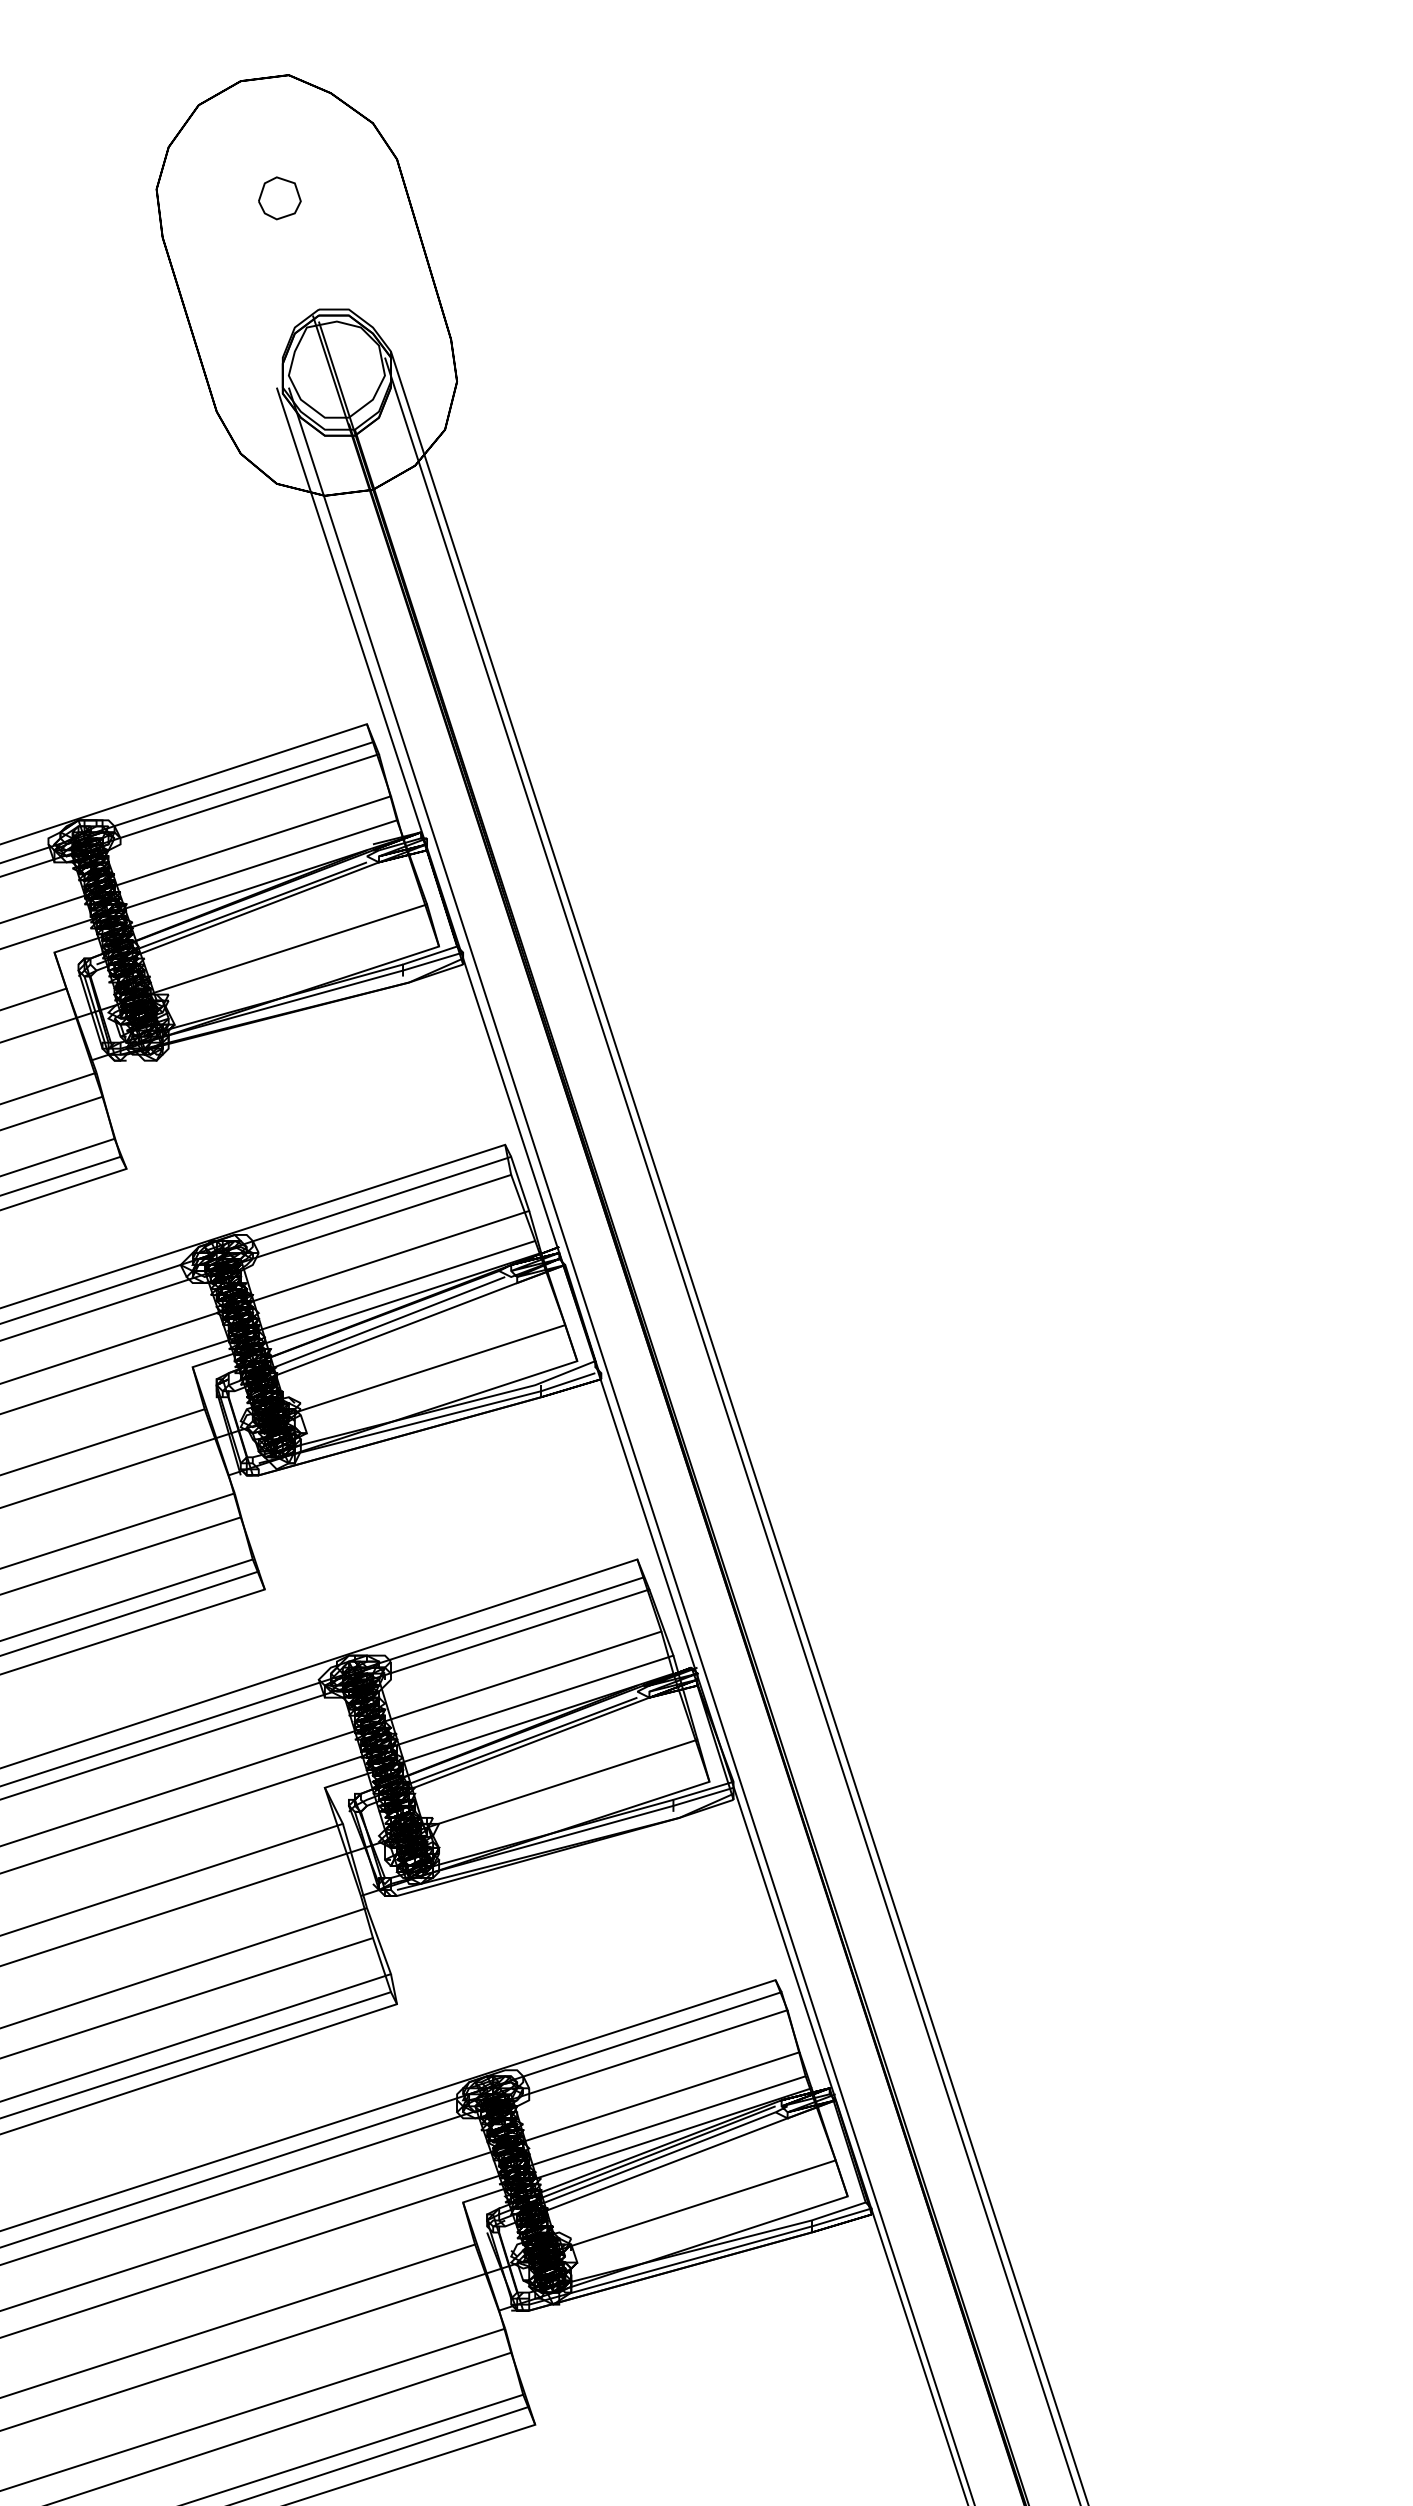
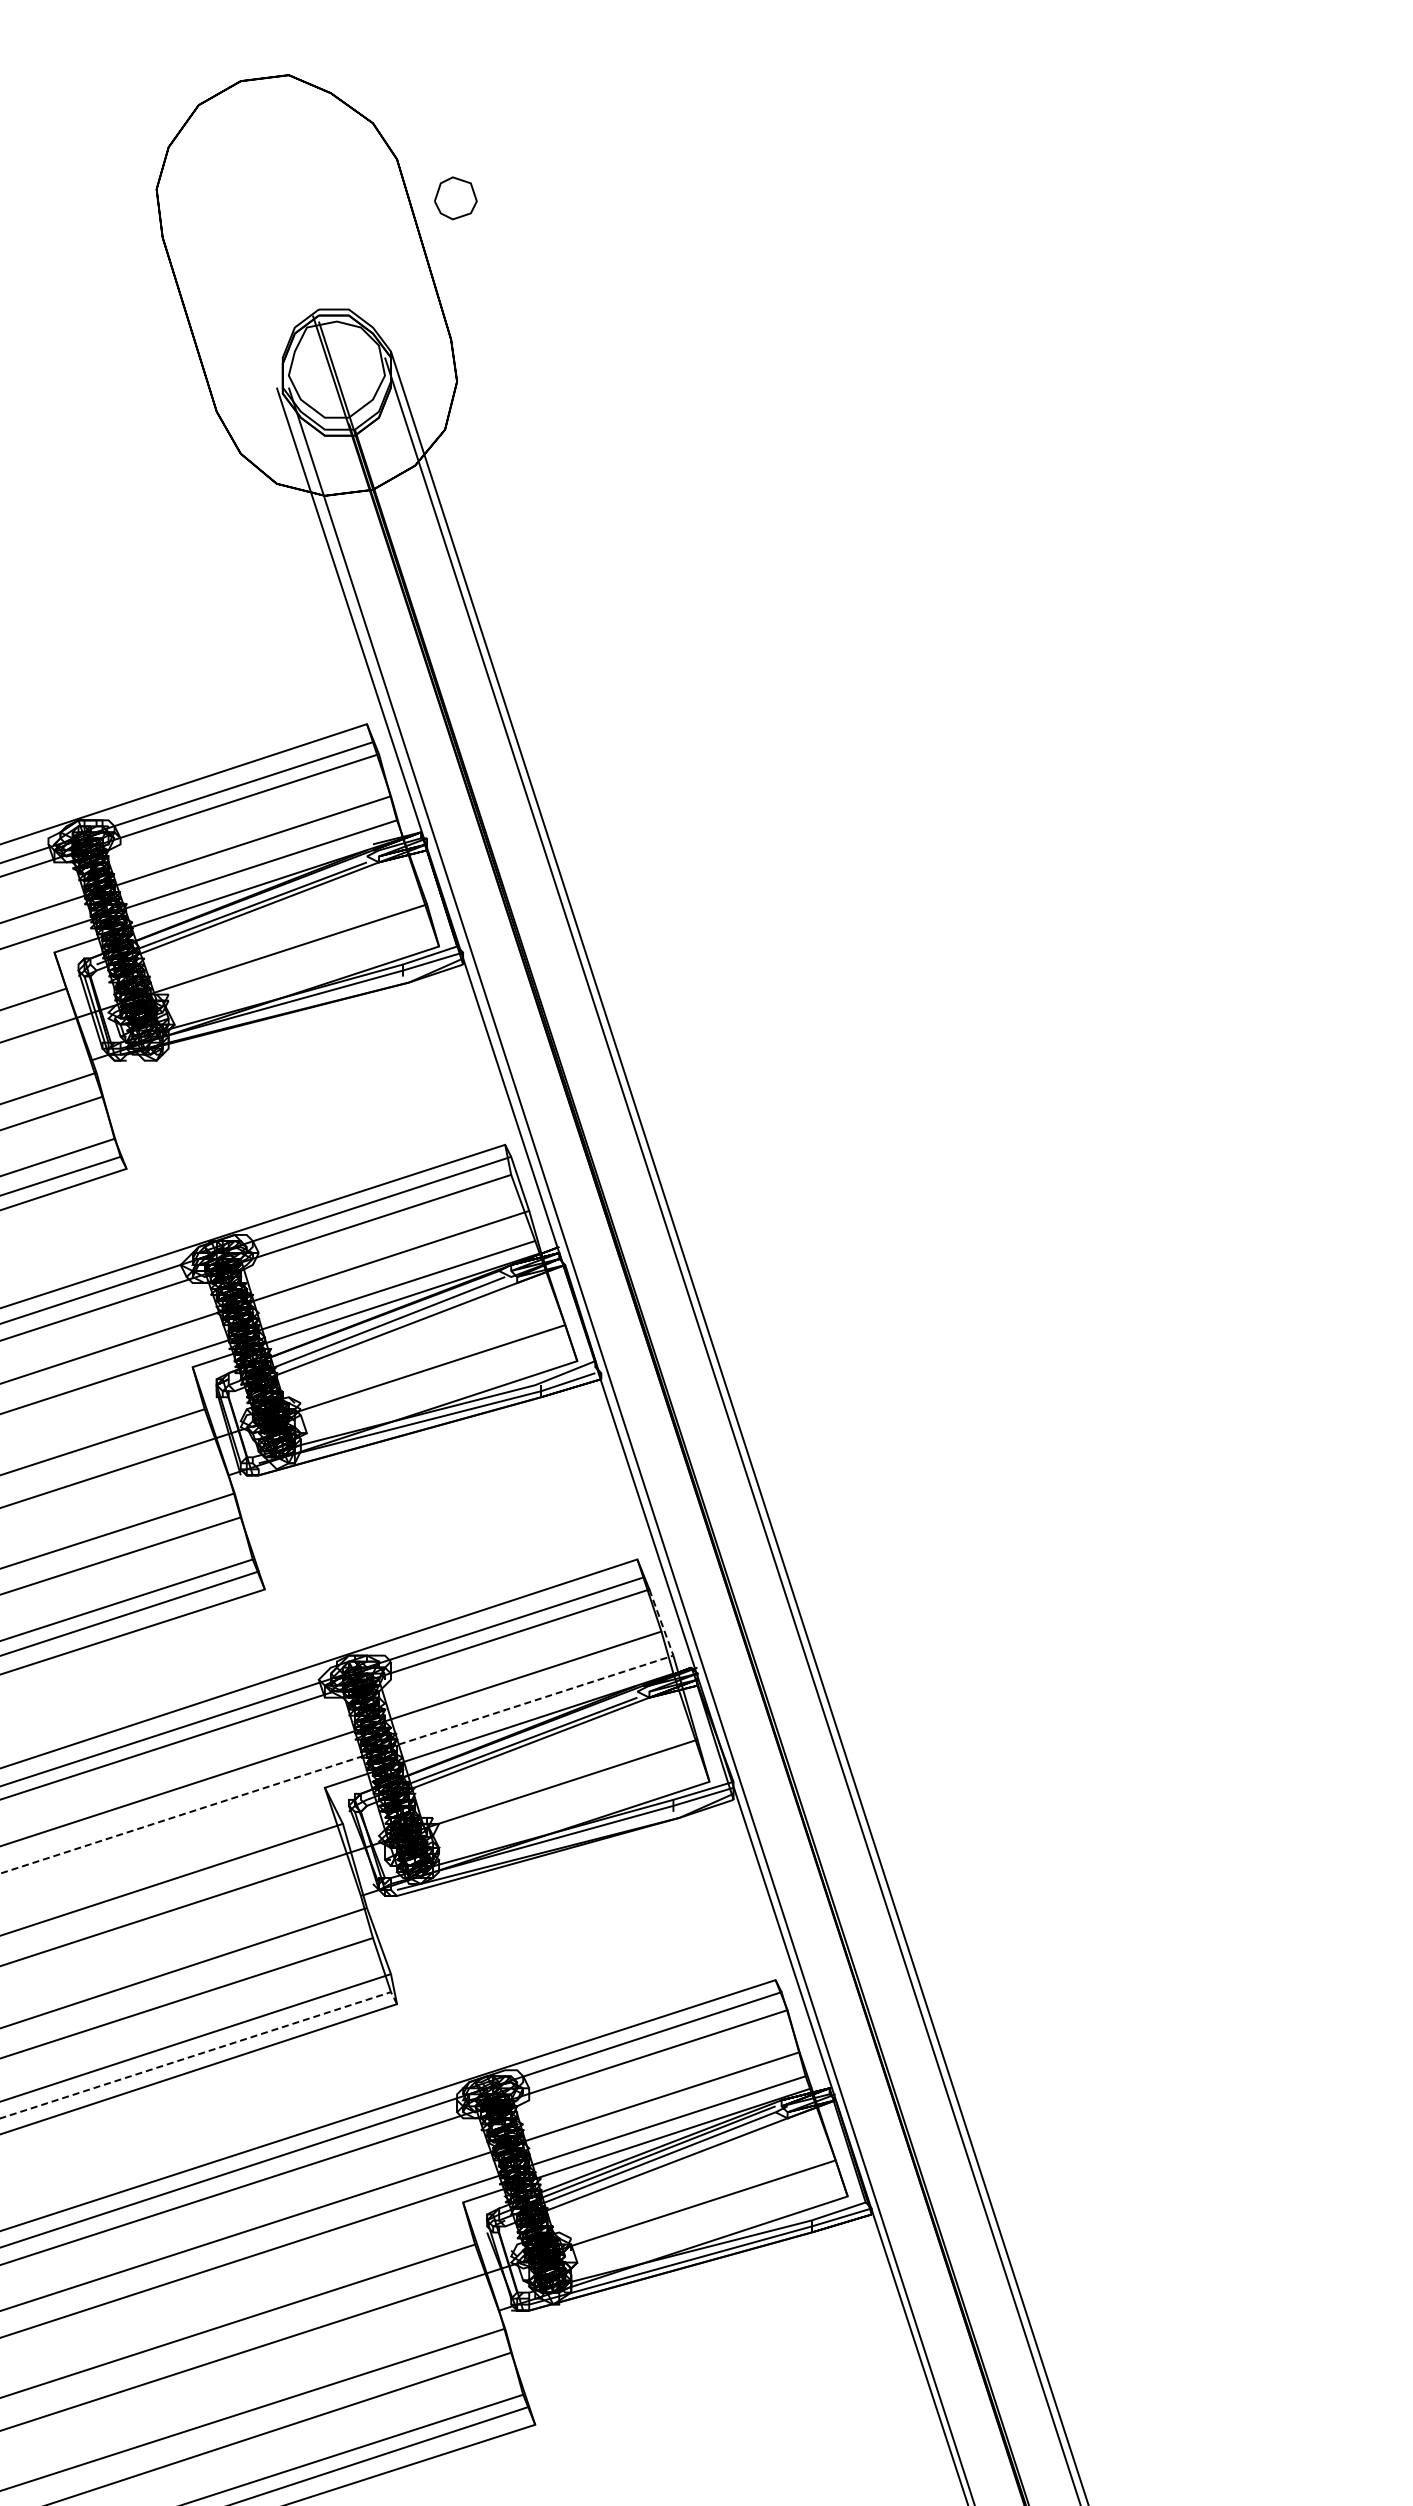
part at (279, 198) position: (279, 198) -> (455, 198)
line at (370, 1753): solid -> dashed
line at (202, 2053): solid -> dashed
